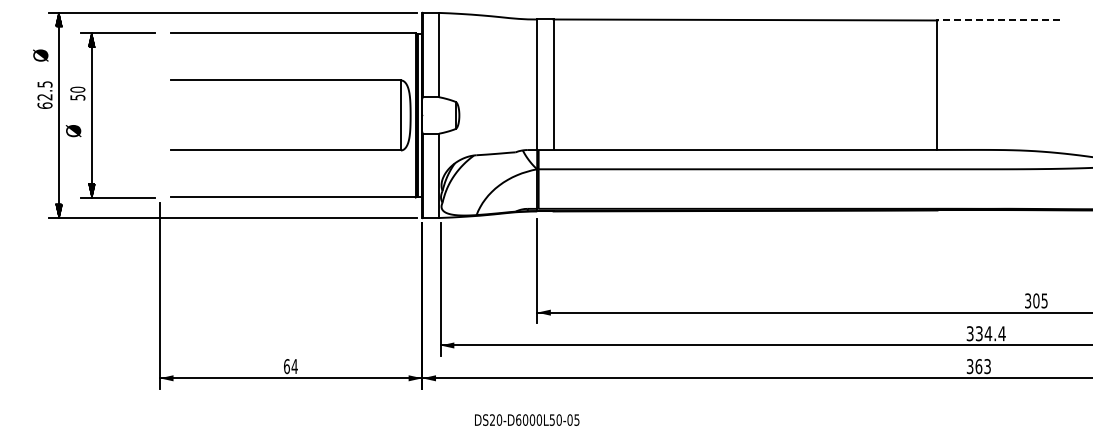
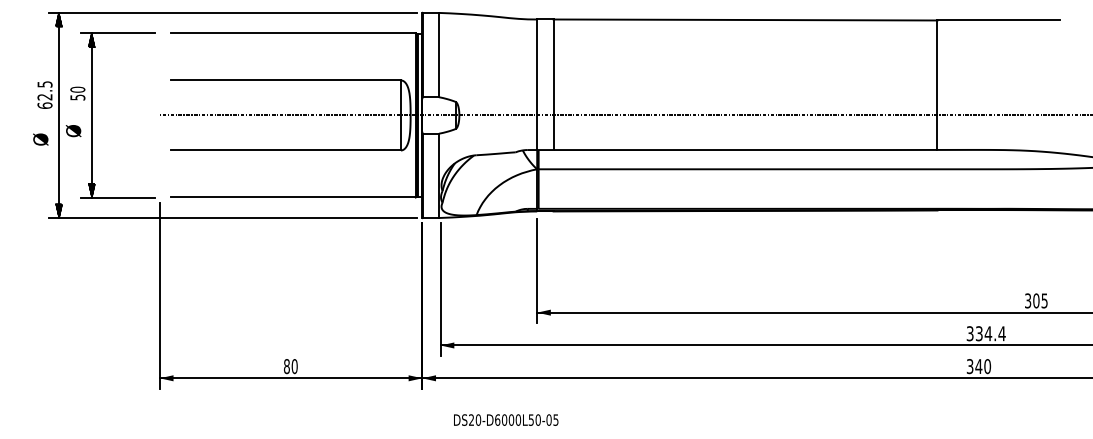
line at (998, 20): dashed -> solid
text at (40, 55) position: (40, 55) -> (40, 139)
line at (624, 115): none -> present
text at (290, 366): 64 -> 80
text at (983, 366): 363 -> 340
text at (527, 419) position: (527, 419) -> (506, 419)
